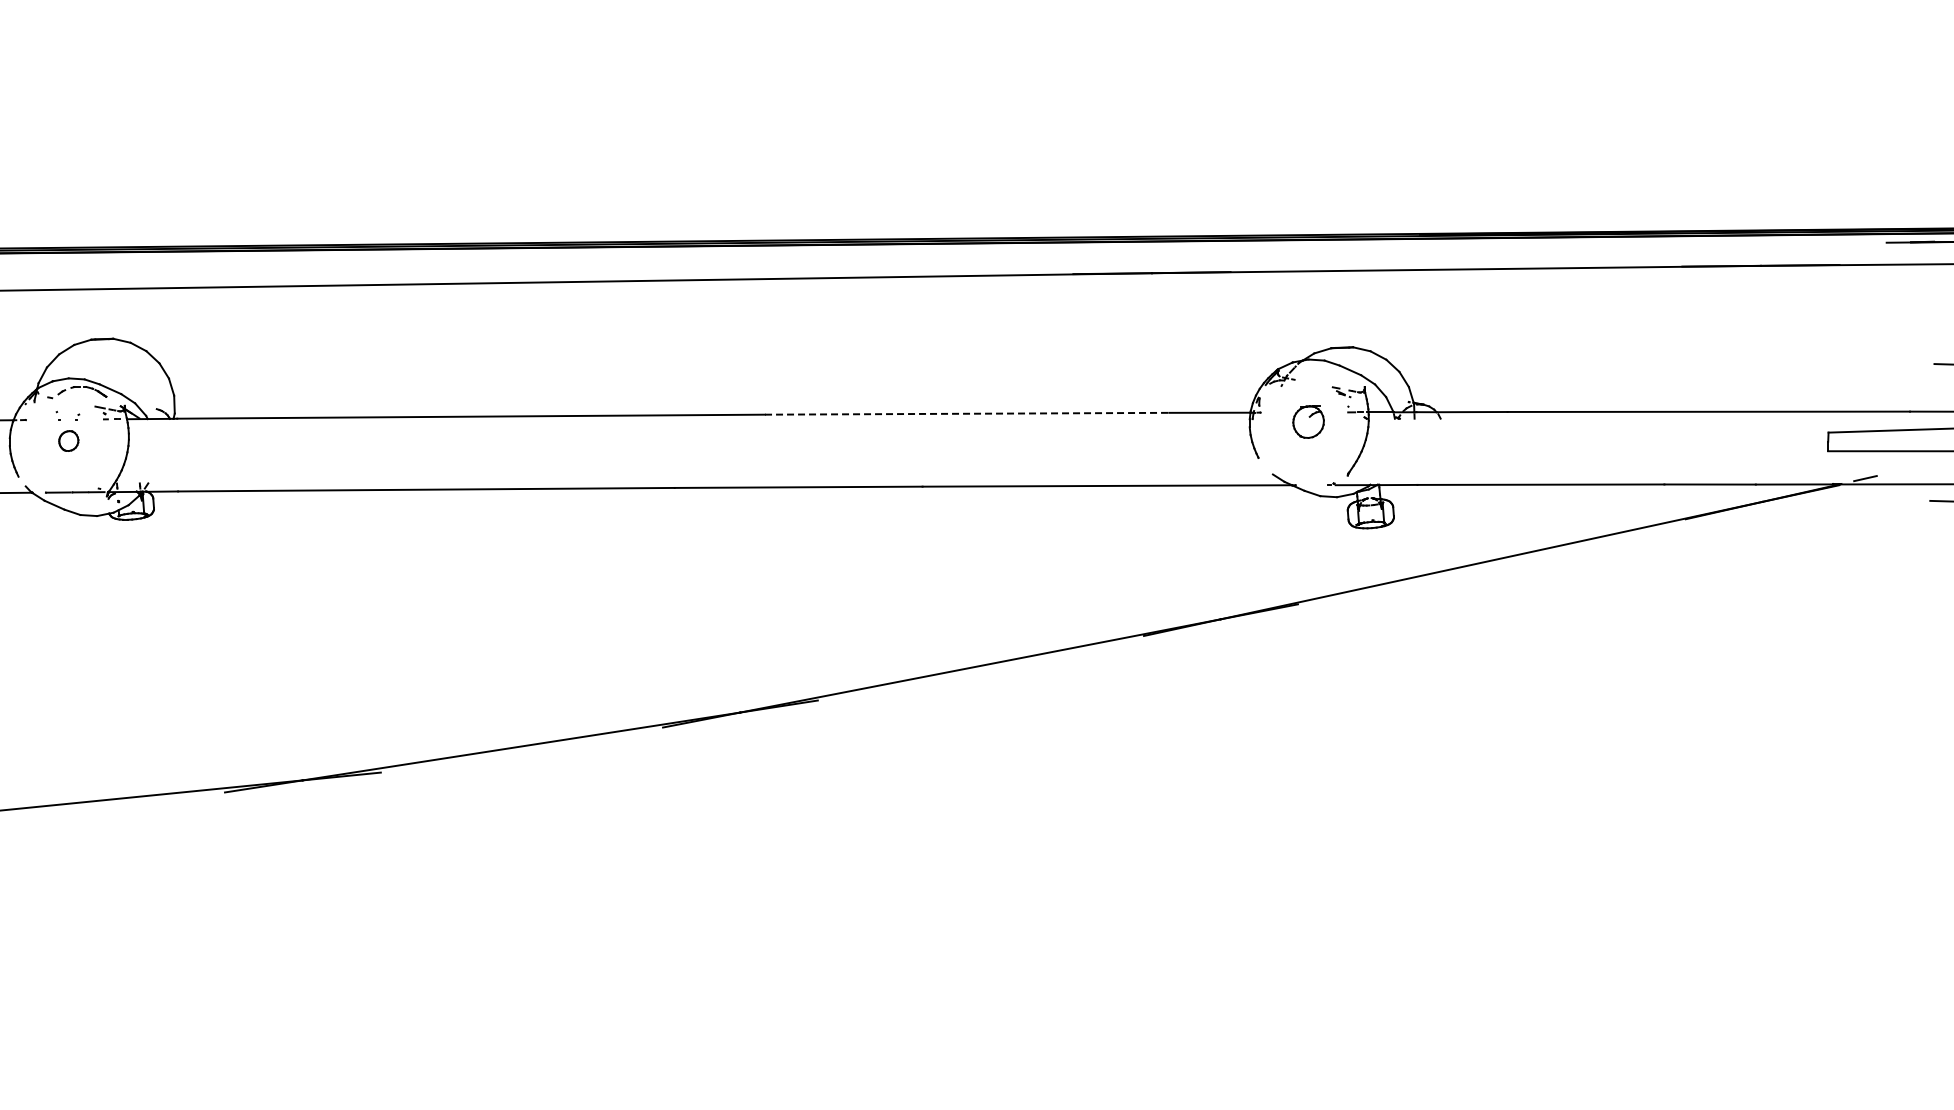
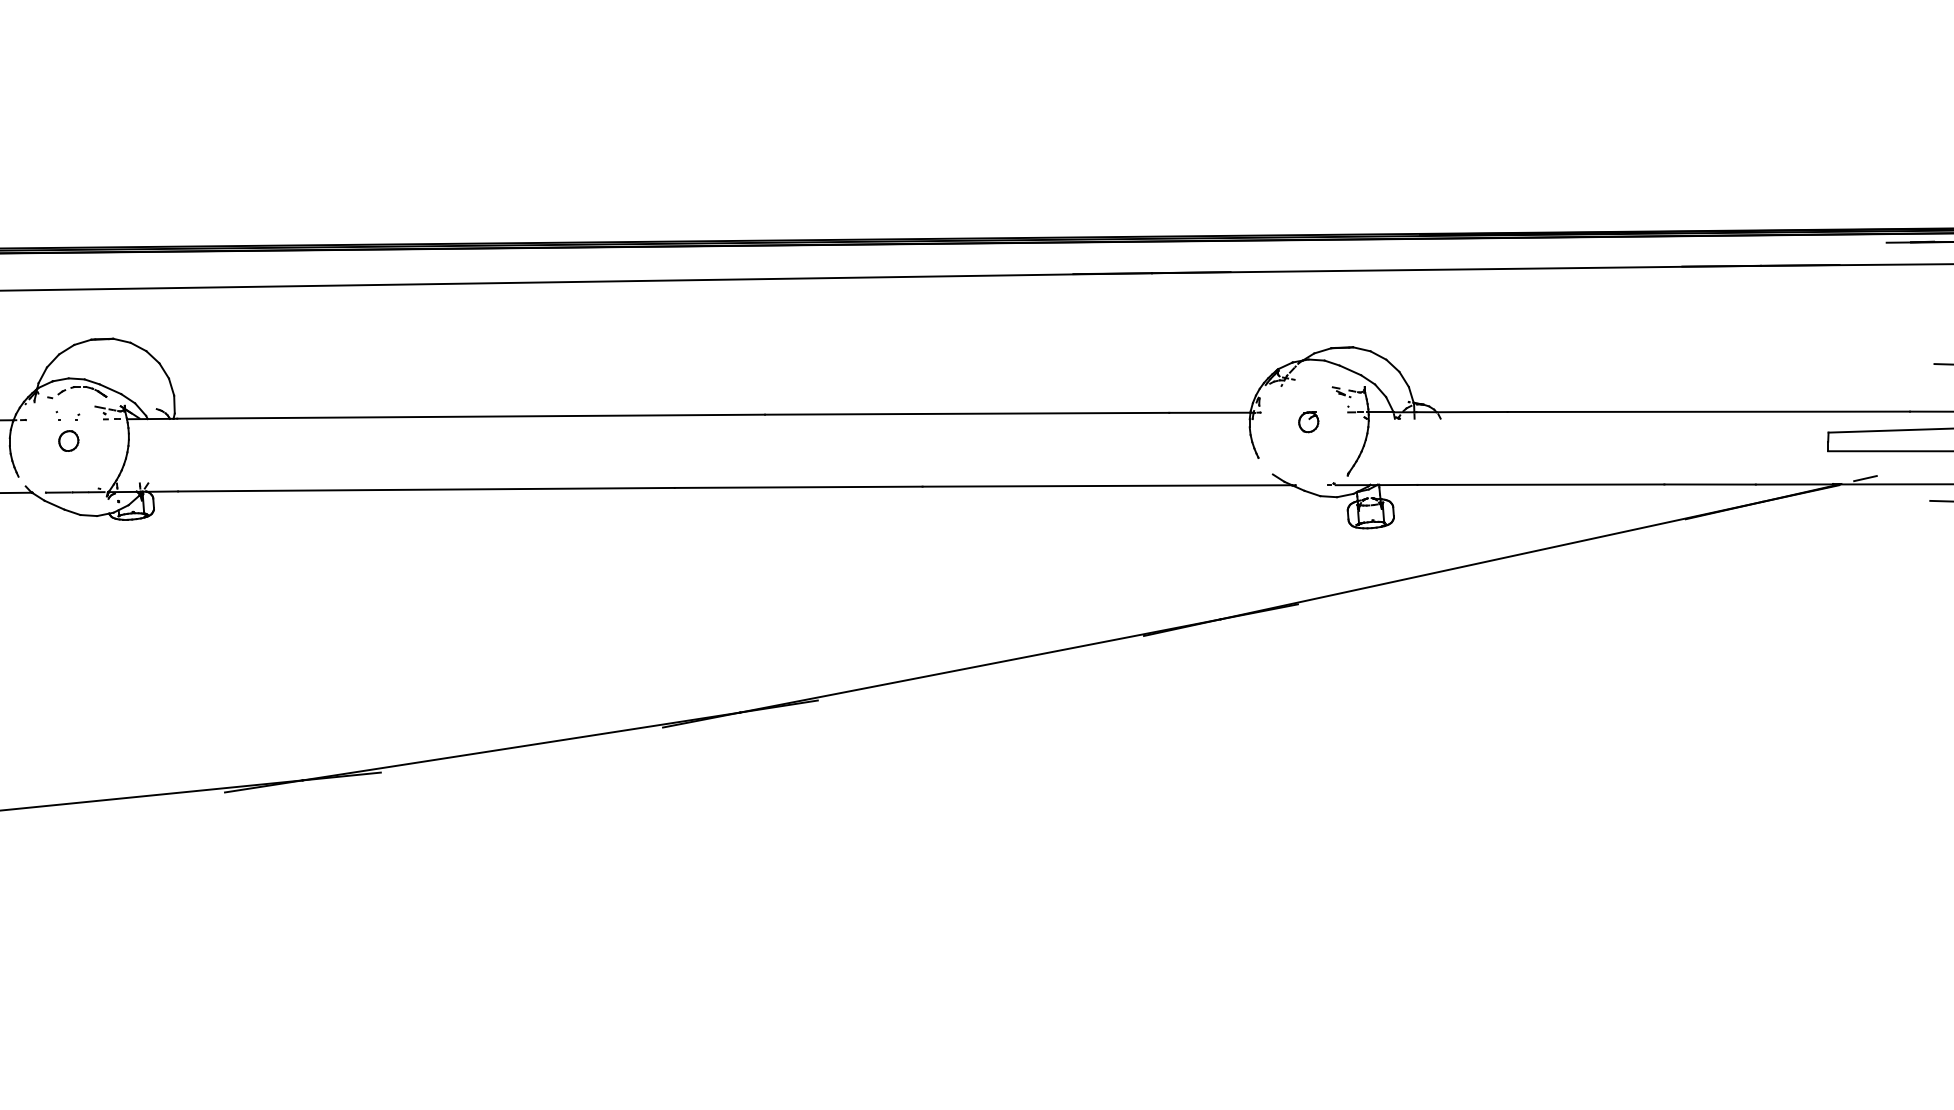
line at (967, 413): dashed -> solid
part at (1308, 421) size: 33x34 px -> 22x23 px
